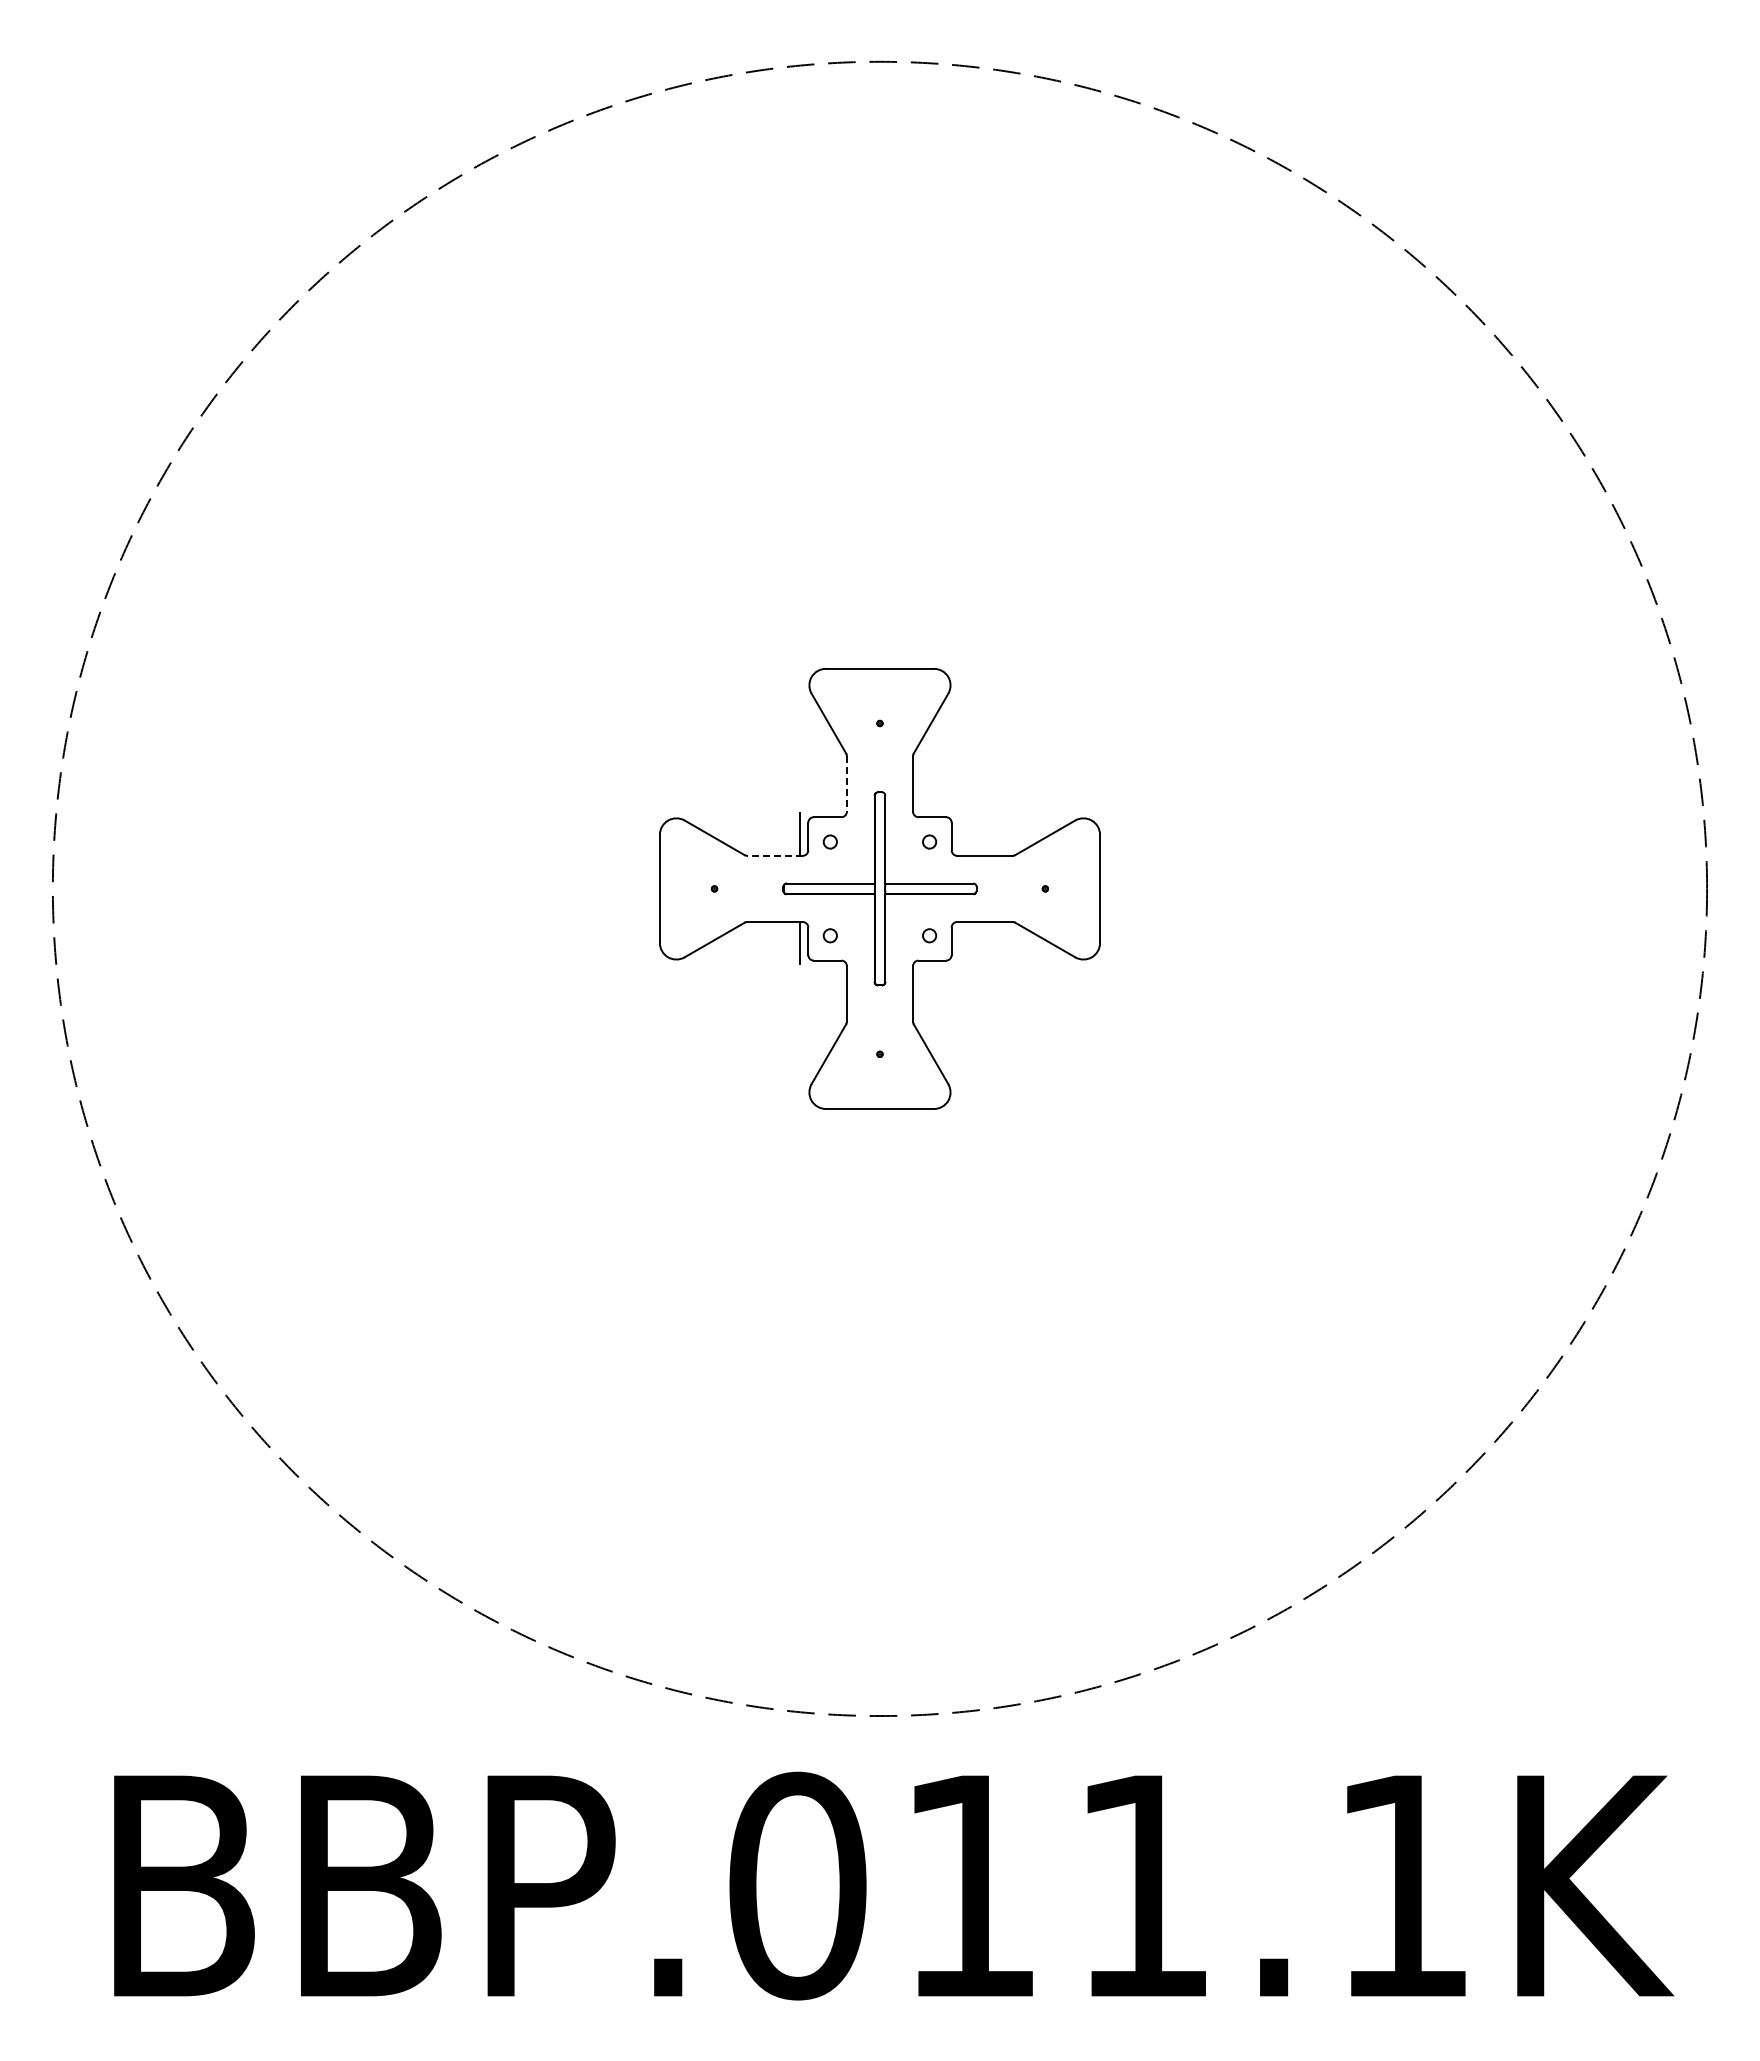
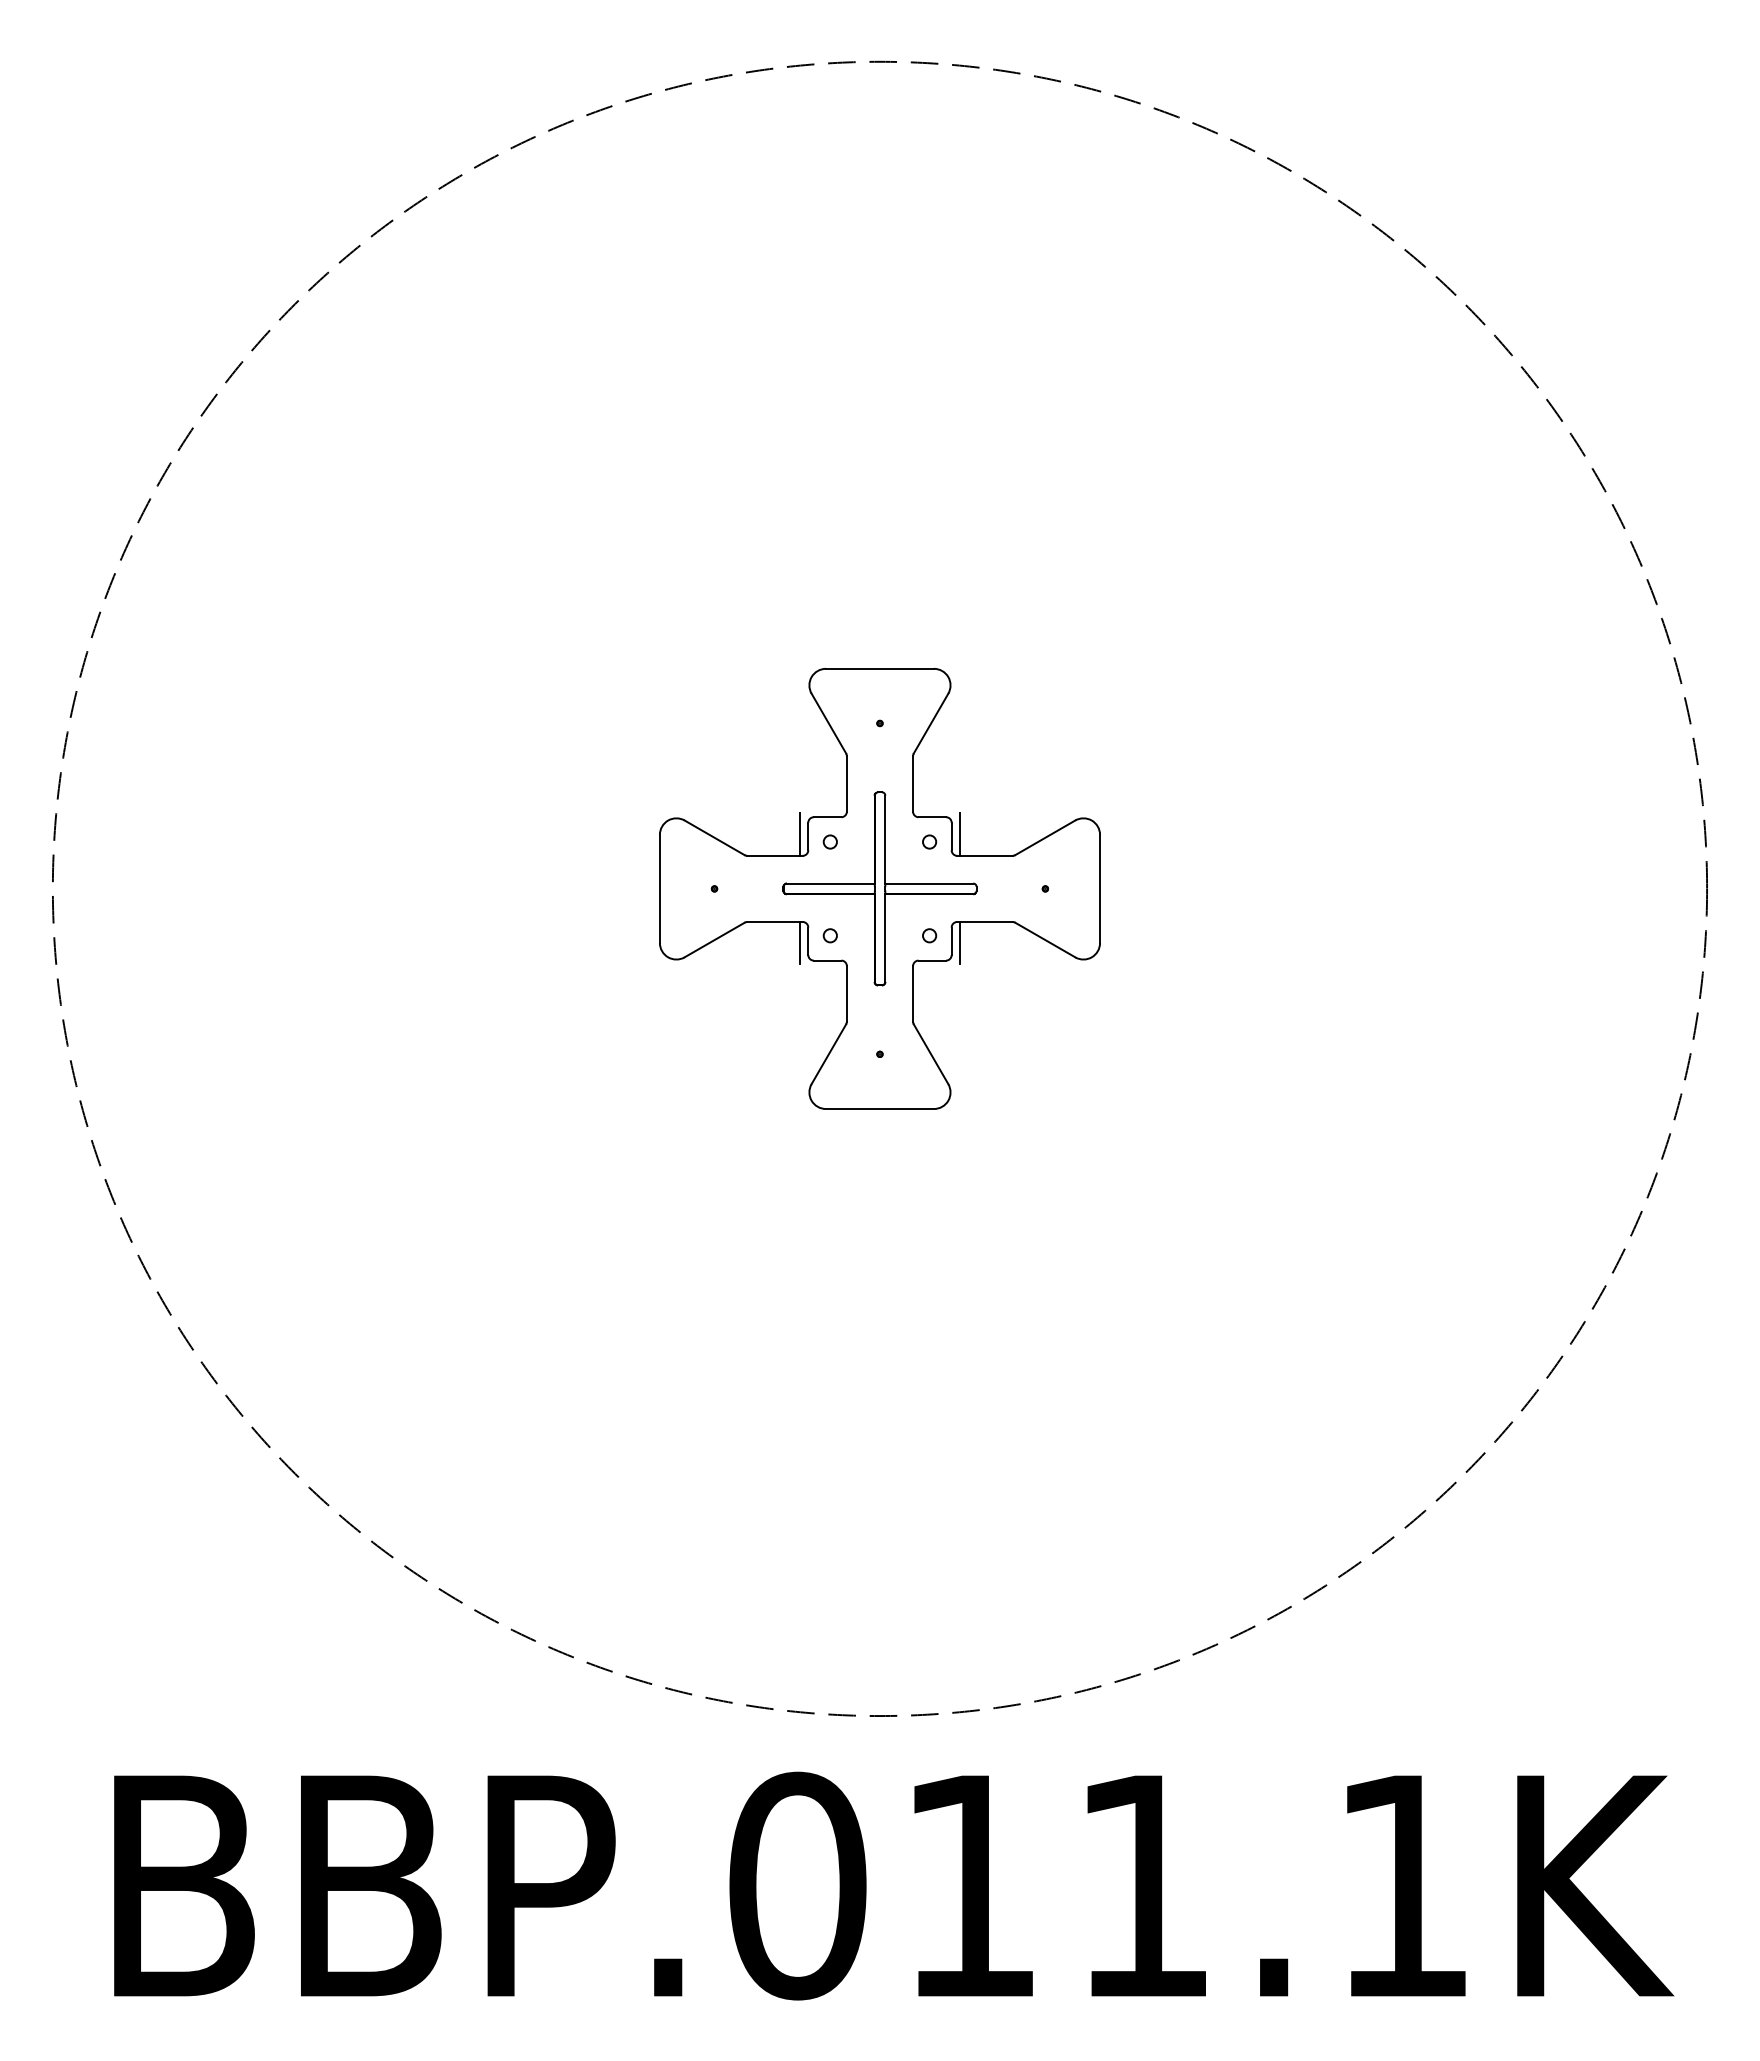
line at (846, 784): dashed -> solid
line at (959, 834): none -> present
line at (775, 855): dashed -> solid
line at (959, 943): none -> present
